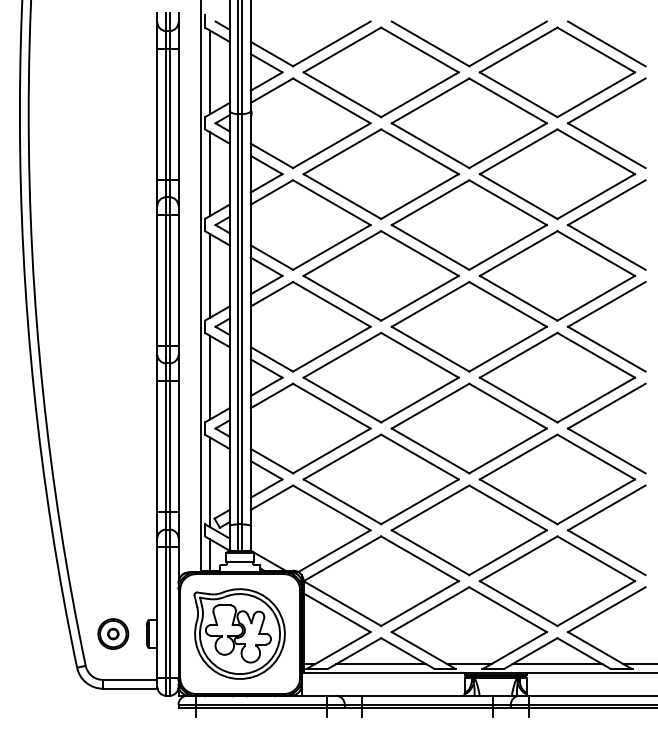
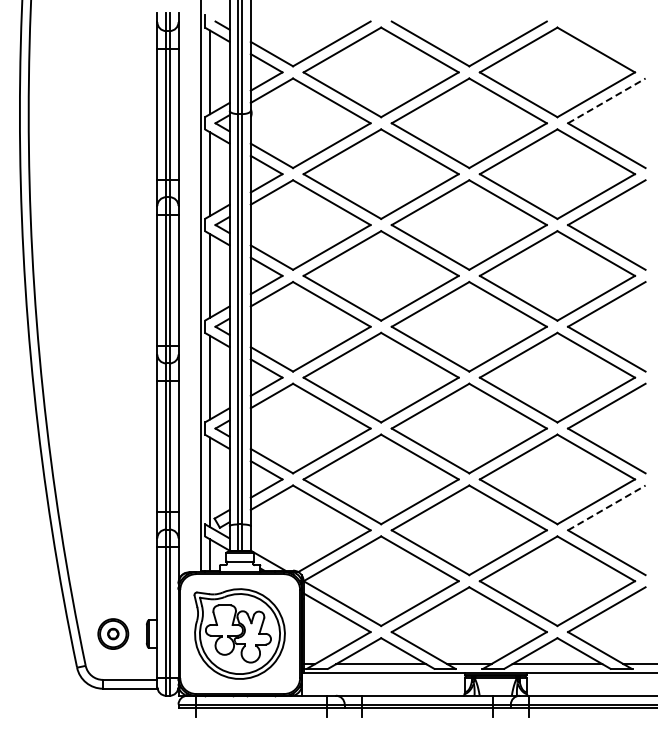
line at (606, 43): present -> none
line at (606, 100): solid -> dashed
line at (606, 507): solid -> dashed
